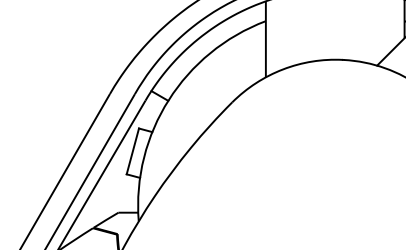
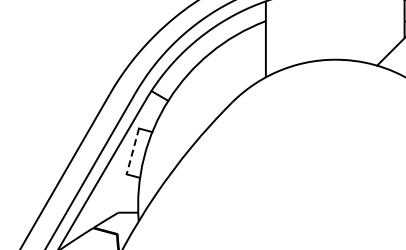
line at (132, 151): solid -> dashed
